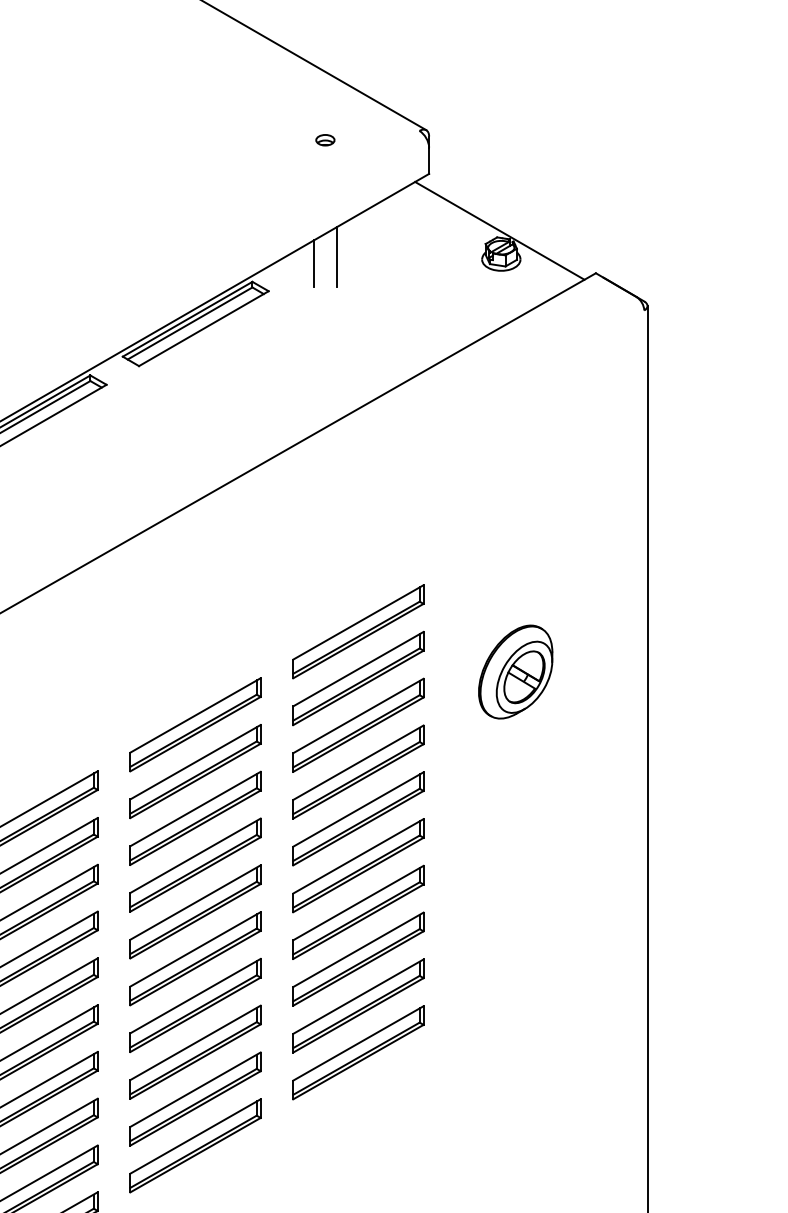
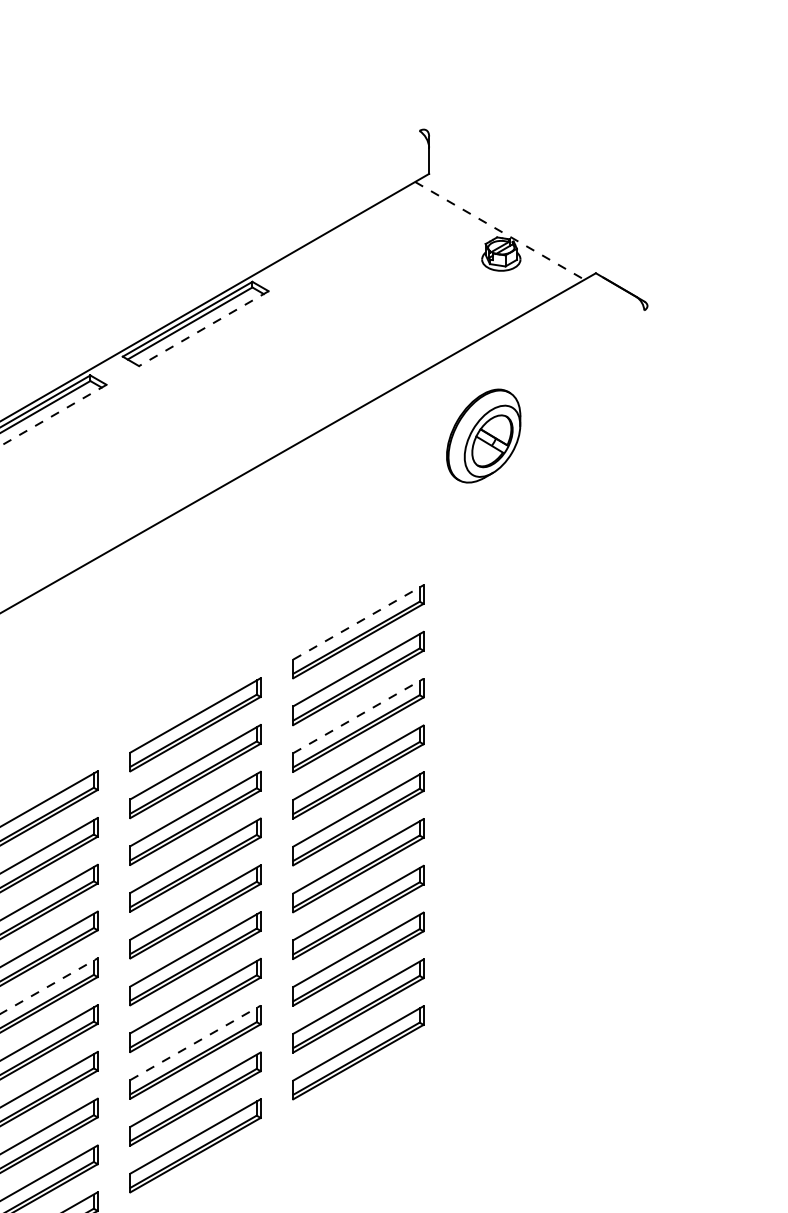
line at (315, 66): present -> none
part at (325, 140): present -> none
line at (499, 230): solid -> dashed
line at (336, 256): present -> none
line at (313, 263): present -> none
line at (203, 328): solid -> dashed
line at (53, 415): solid -> dashed
line at (358, 622): solid -> dashed
part at (515, 671) position: (515, 671) -> (483, 435)
line at (358, 715): solid -> dashed
line at (647, 757): present -> none
line at (49, 985): solid -> dashed
line at (195, 1042): solid -> dashed
